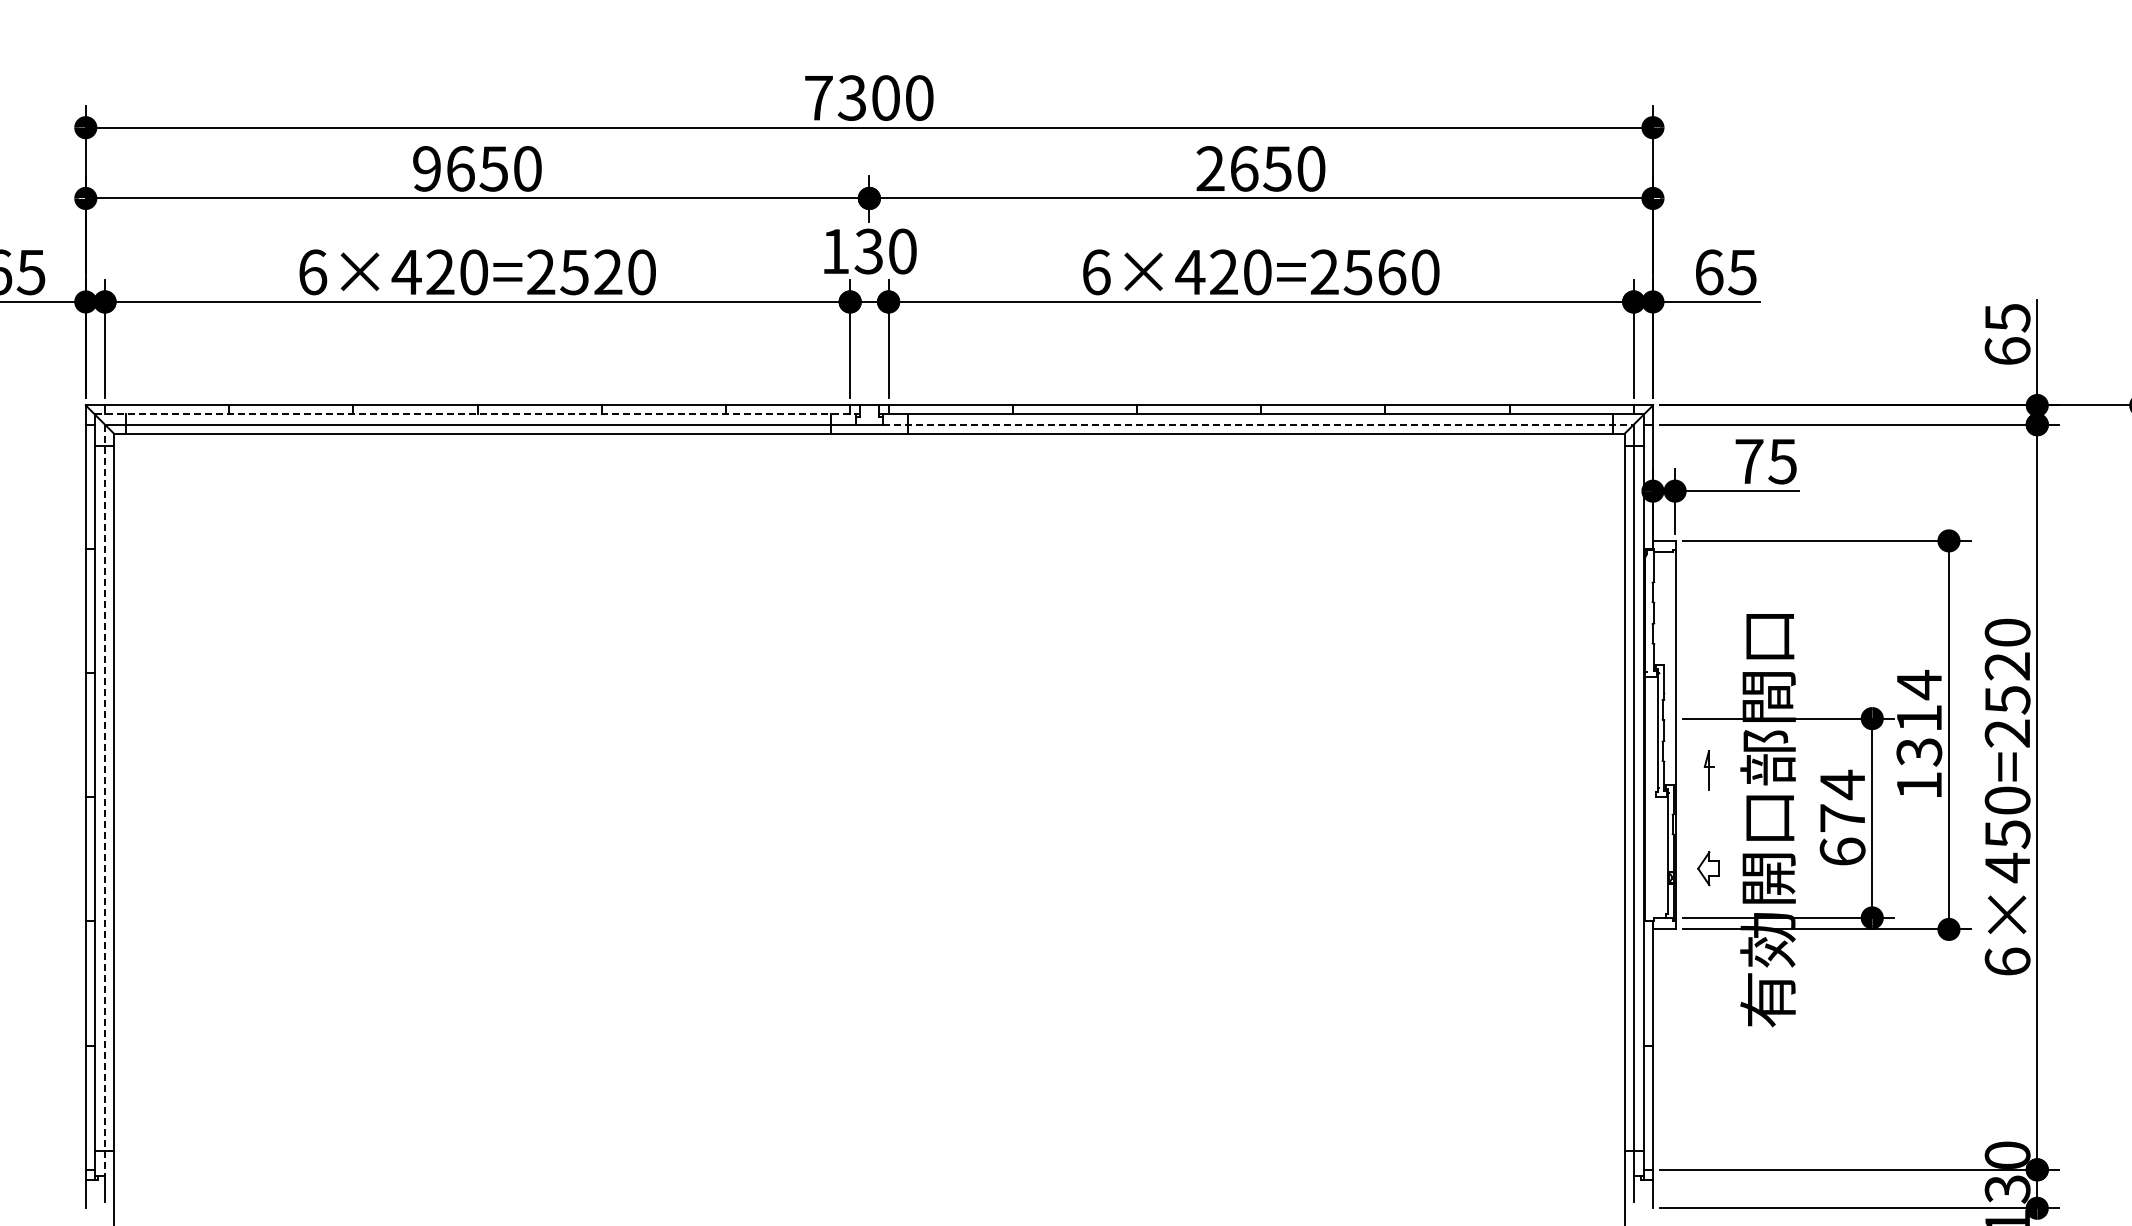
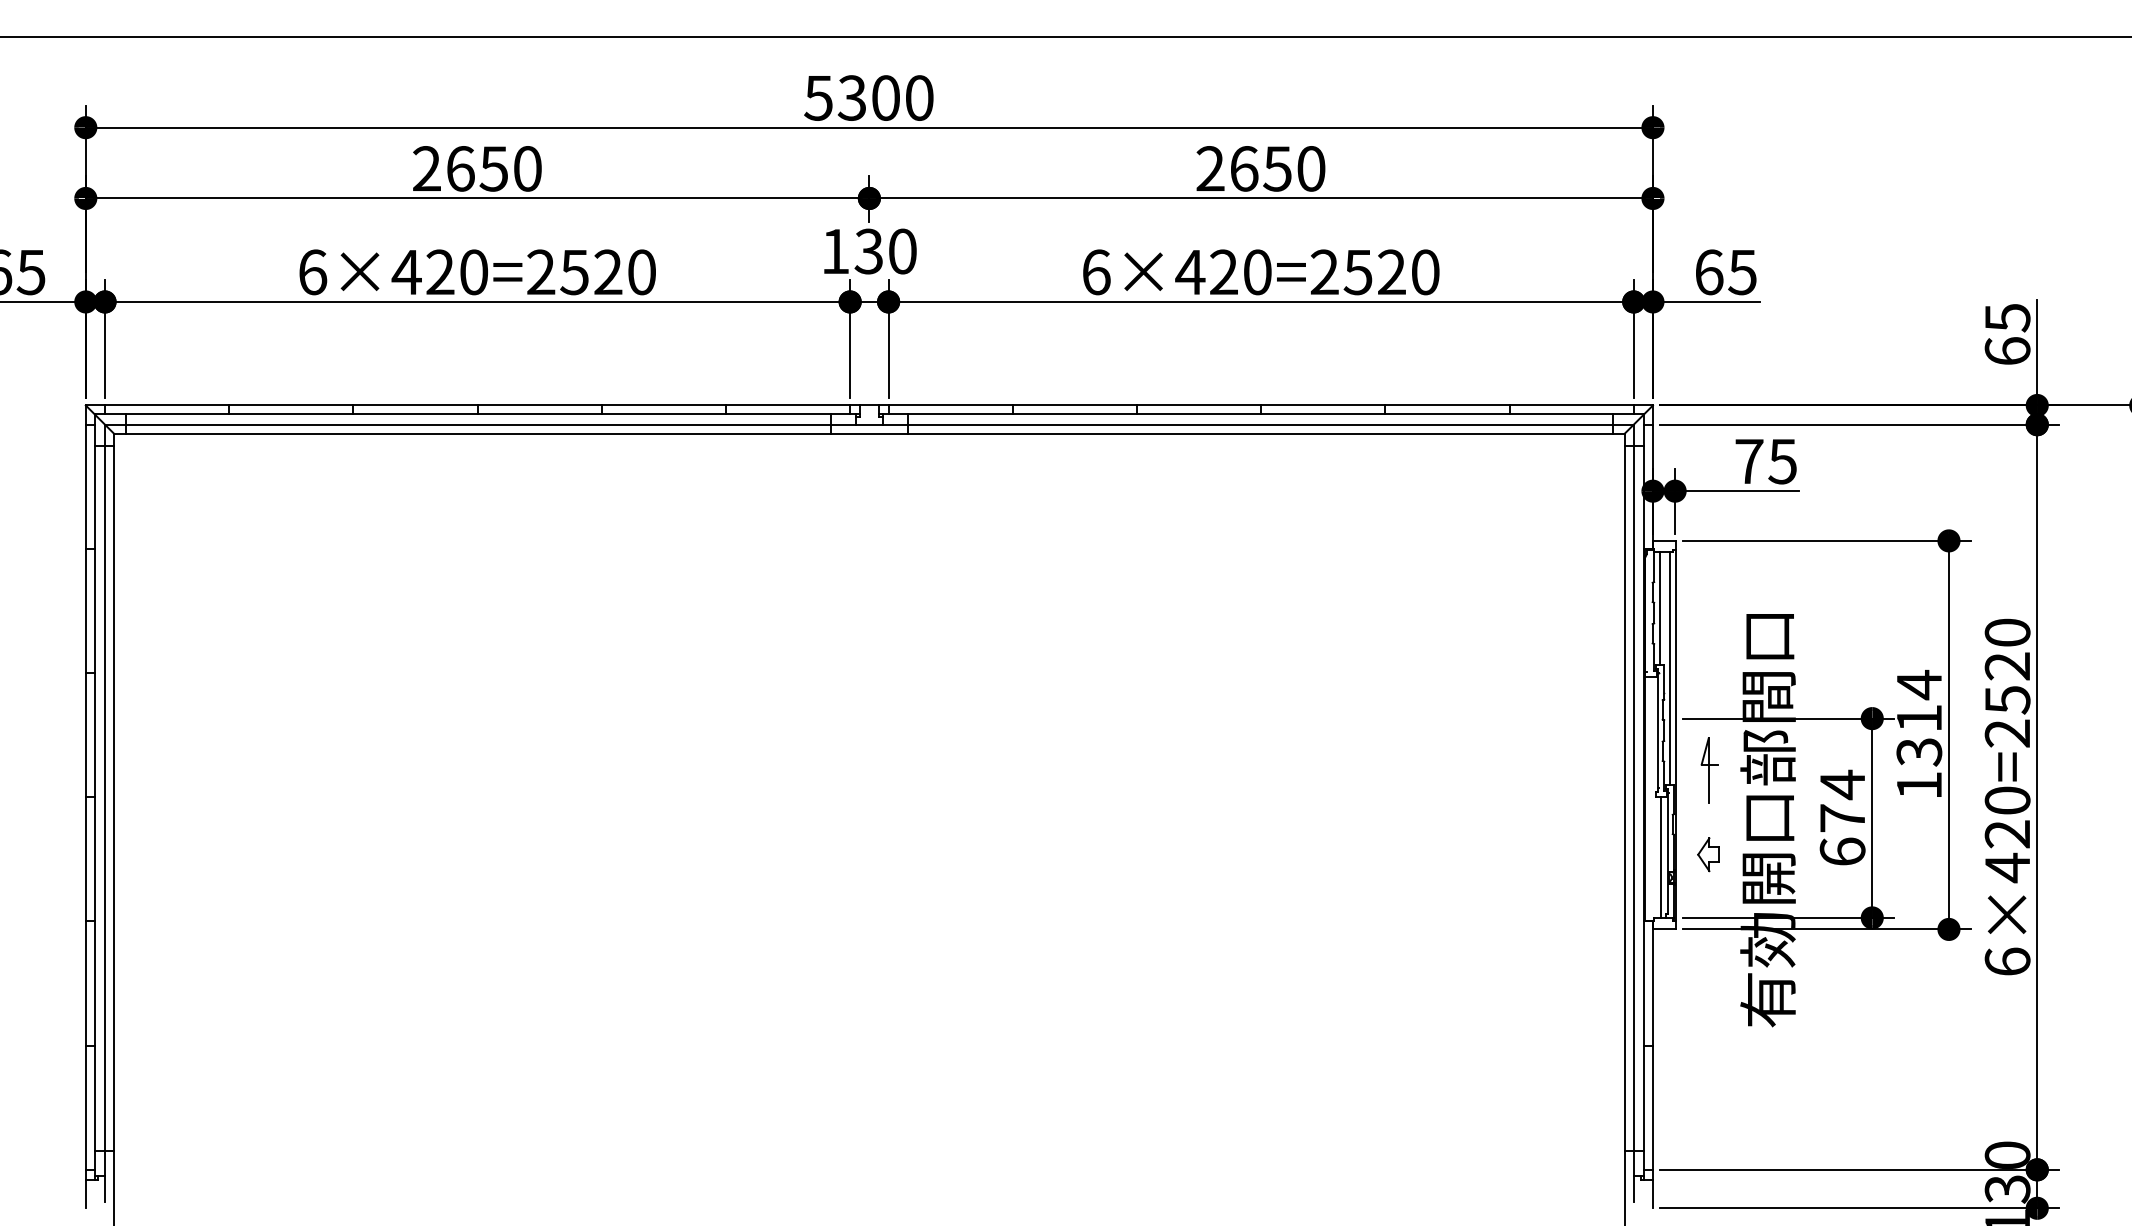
line at (1065, 36): none -> present
text at (818, 98): 7300 -> 5300
text at (426, 168): 9650 -> 2650
text at (1392, 272): 6×420=2560 -> 6×420=2520
line at (477, 414): dashed -> solid
line at (1258, 424): dashed -> solid
line at (1659, 608): none -> present
line at (1669, 668): none -> present
part at (1708, 770) size: 12x41 px -> 19x67 px
line at (105, 800): dashed -> solid
text at (2007, 834): 6×450=2520 -> 6×420=2520
line at (1661, 856): none -> present
part at (1708, 868) position: (1708, 868) -> (1708, 854)
